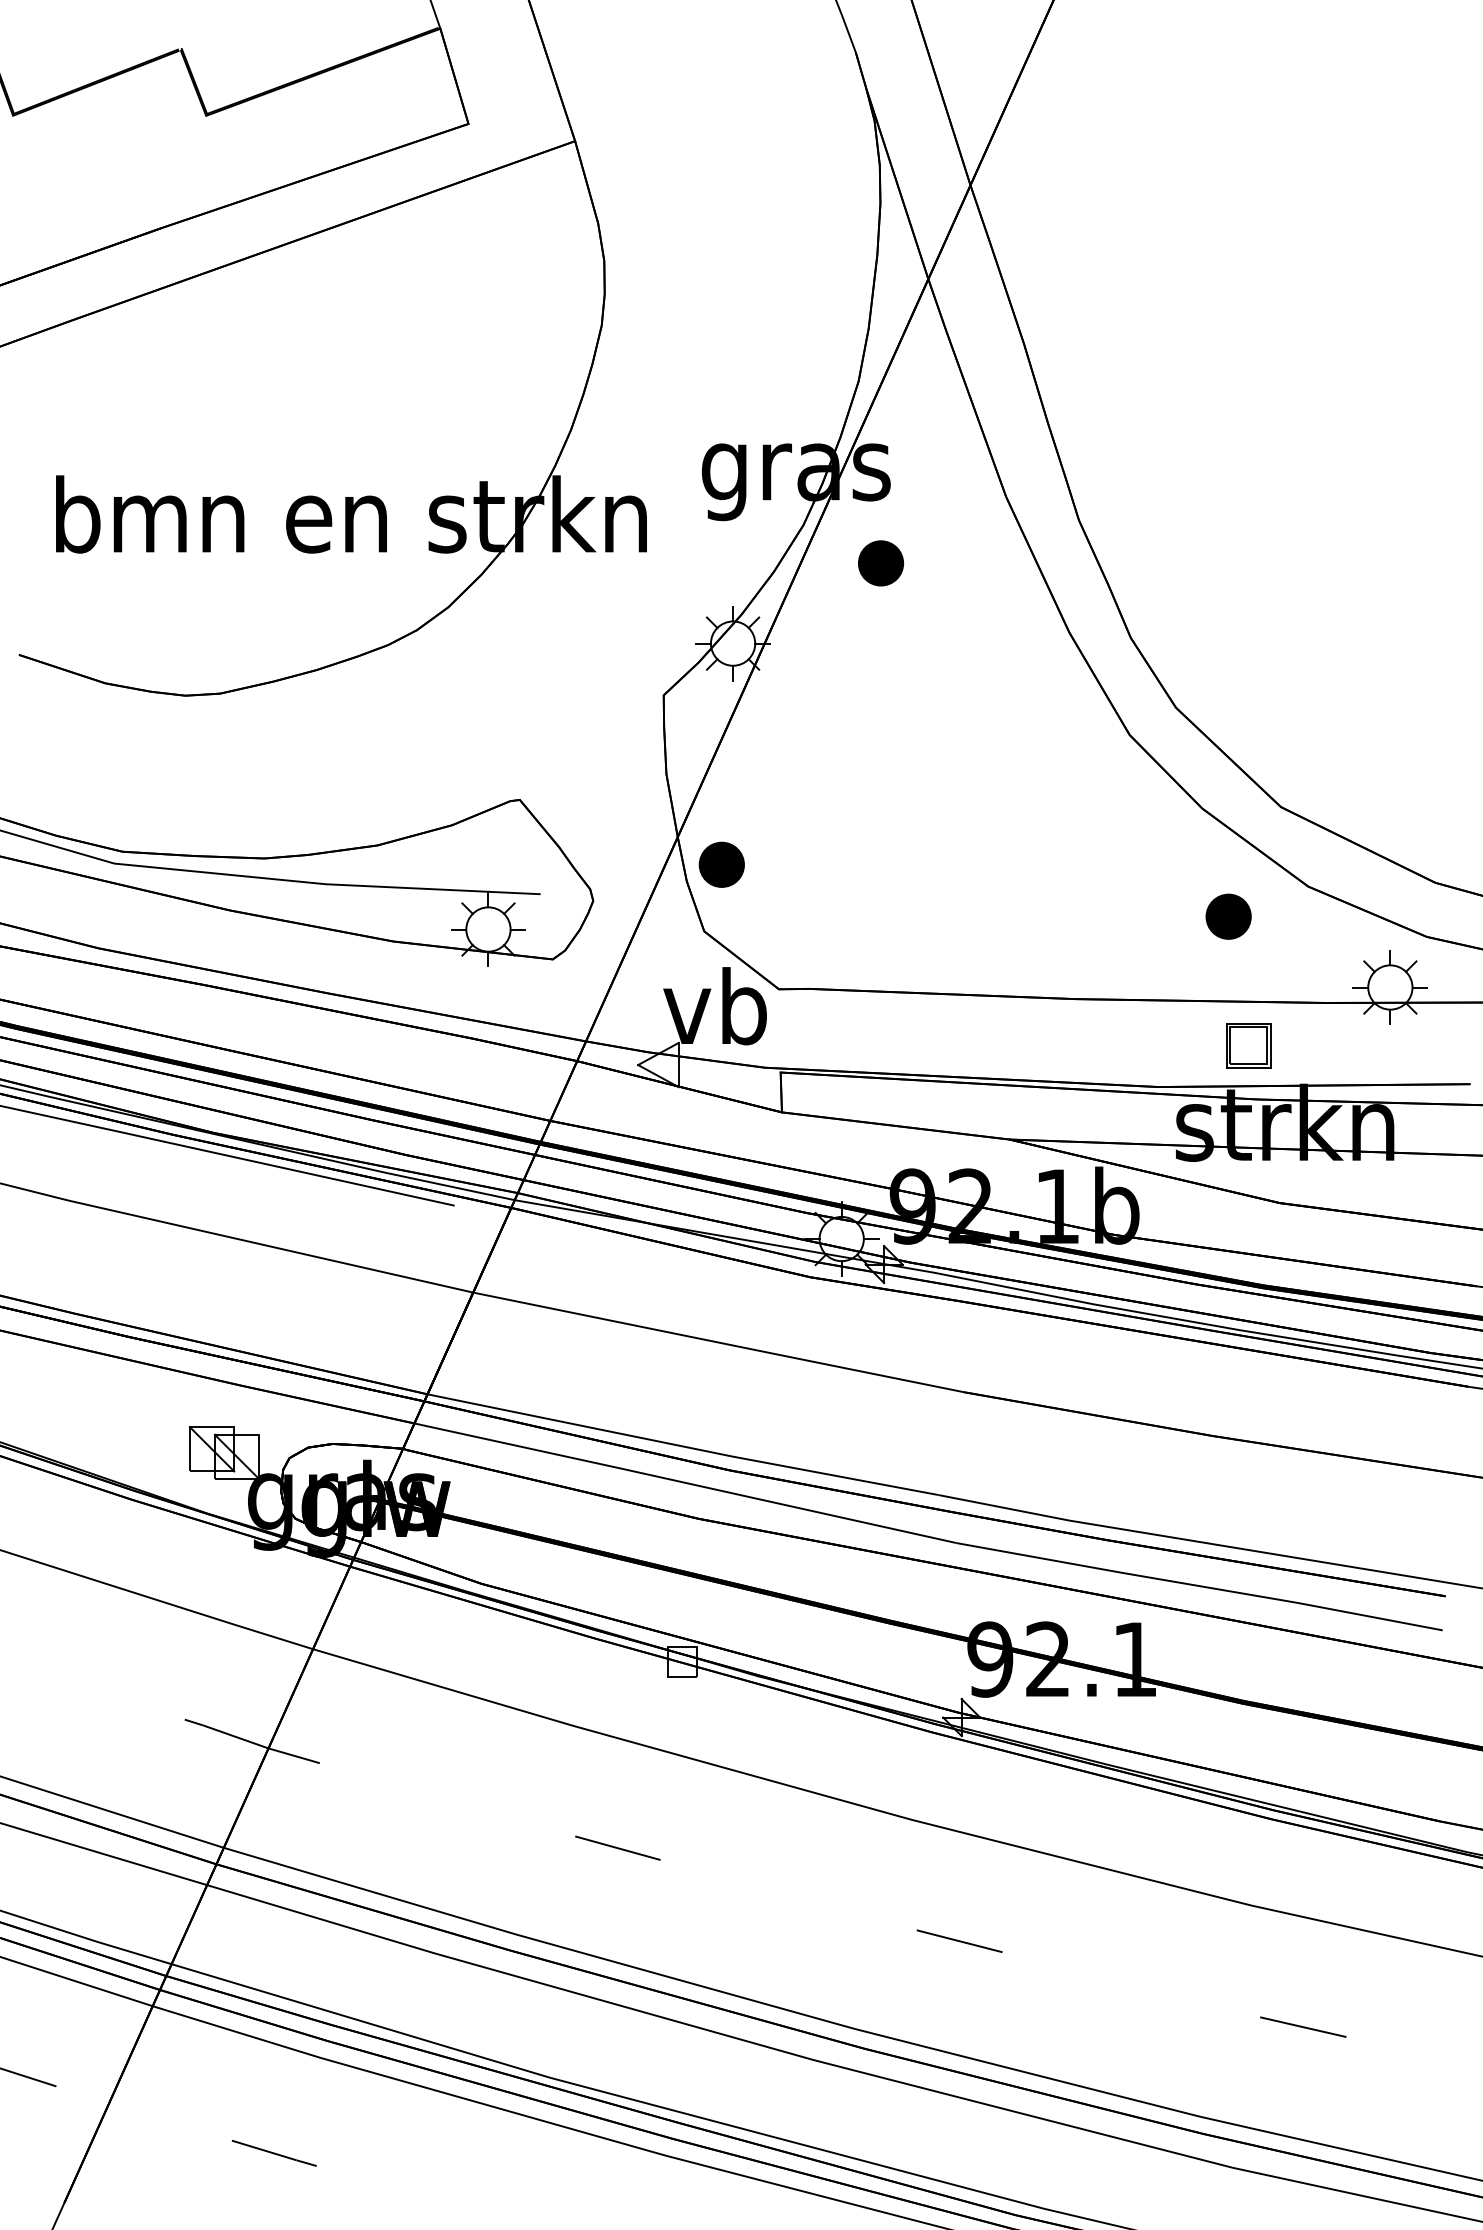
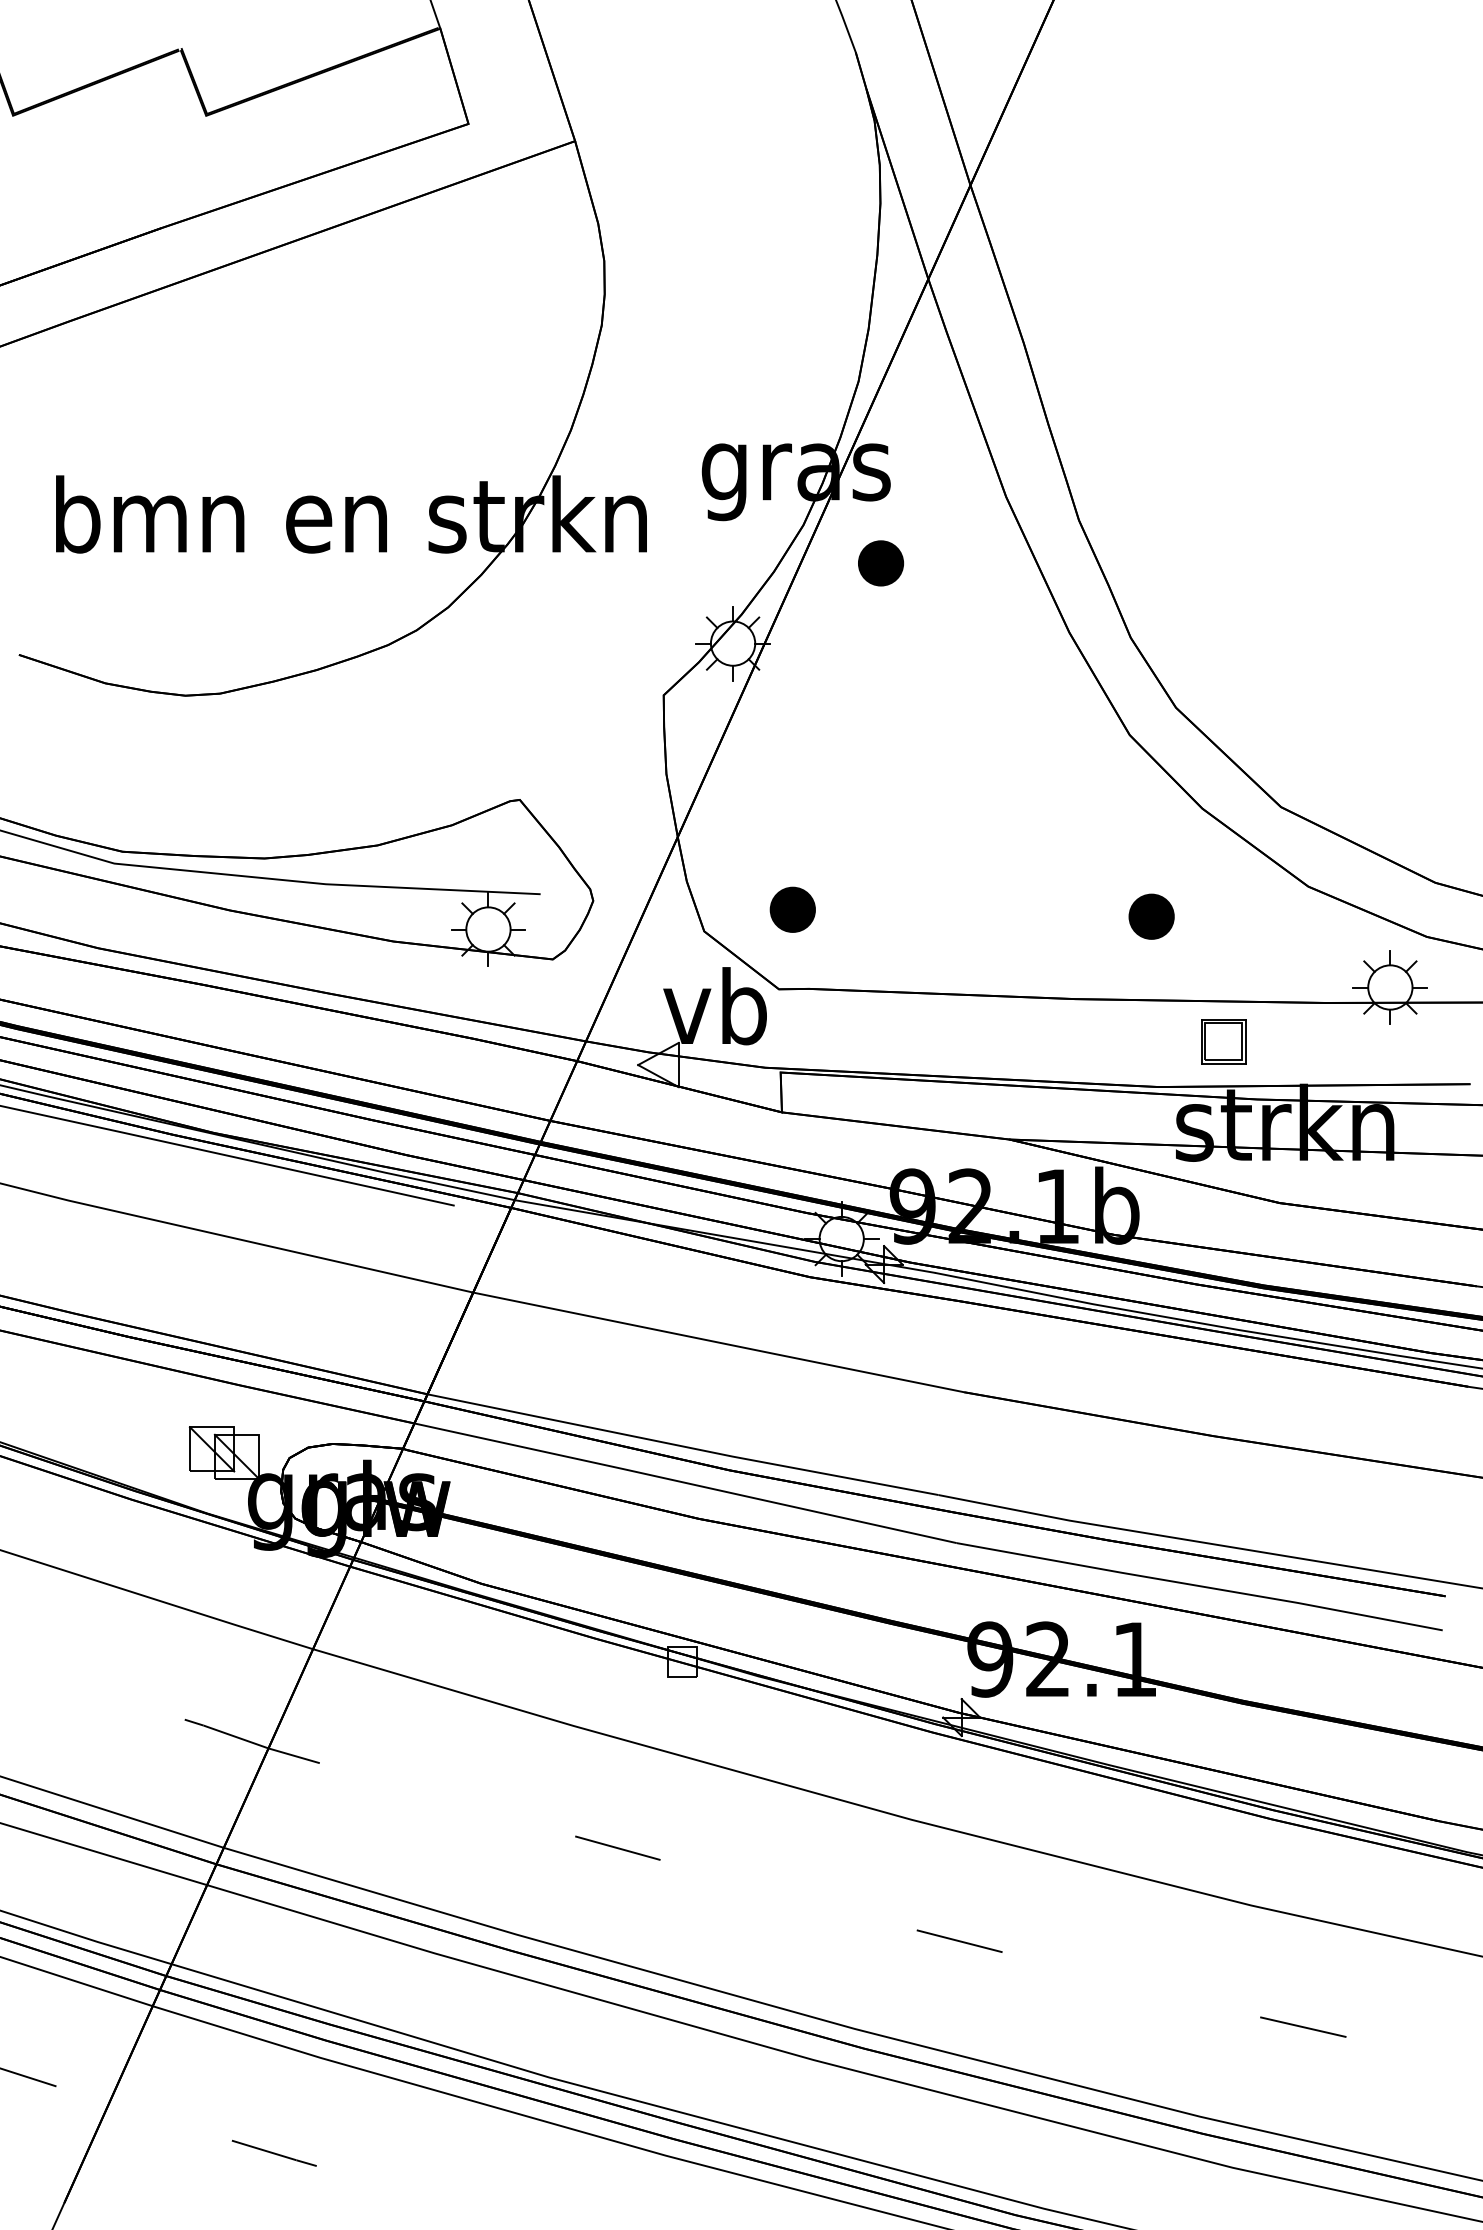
part at (721, 864) position: (721, 864) -> (792, 909)
part at (1228, 916) position: (1228, 916) -> (1151, 916)
part at (1248, 1045) position: (1248, 1045) -> (1223, 1041)
